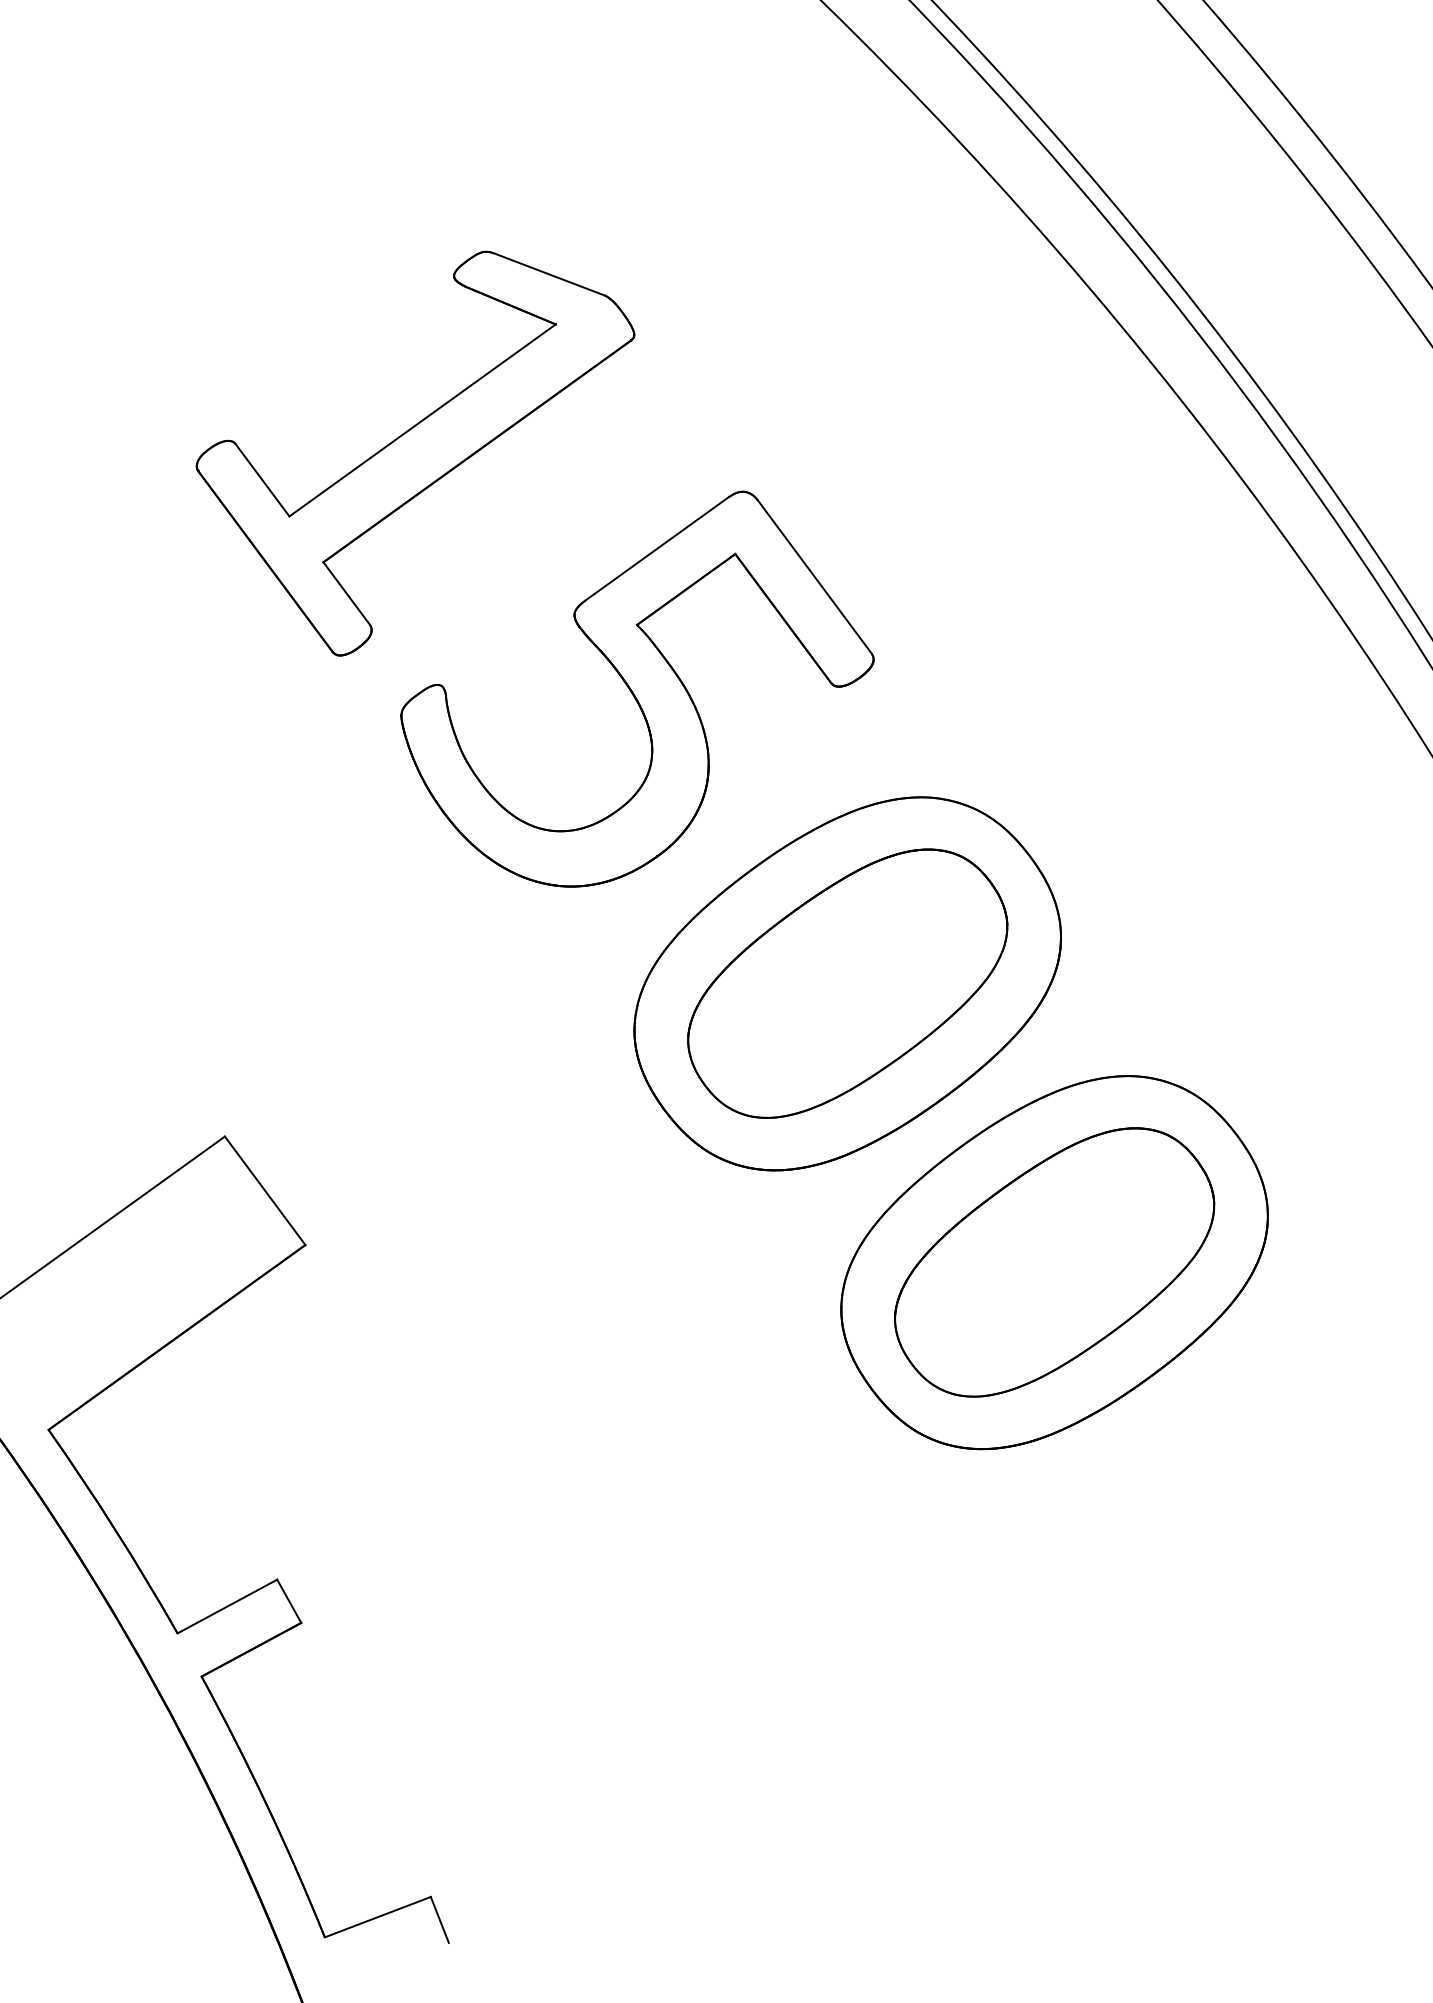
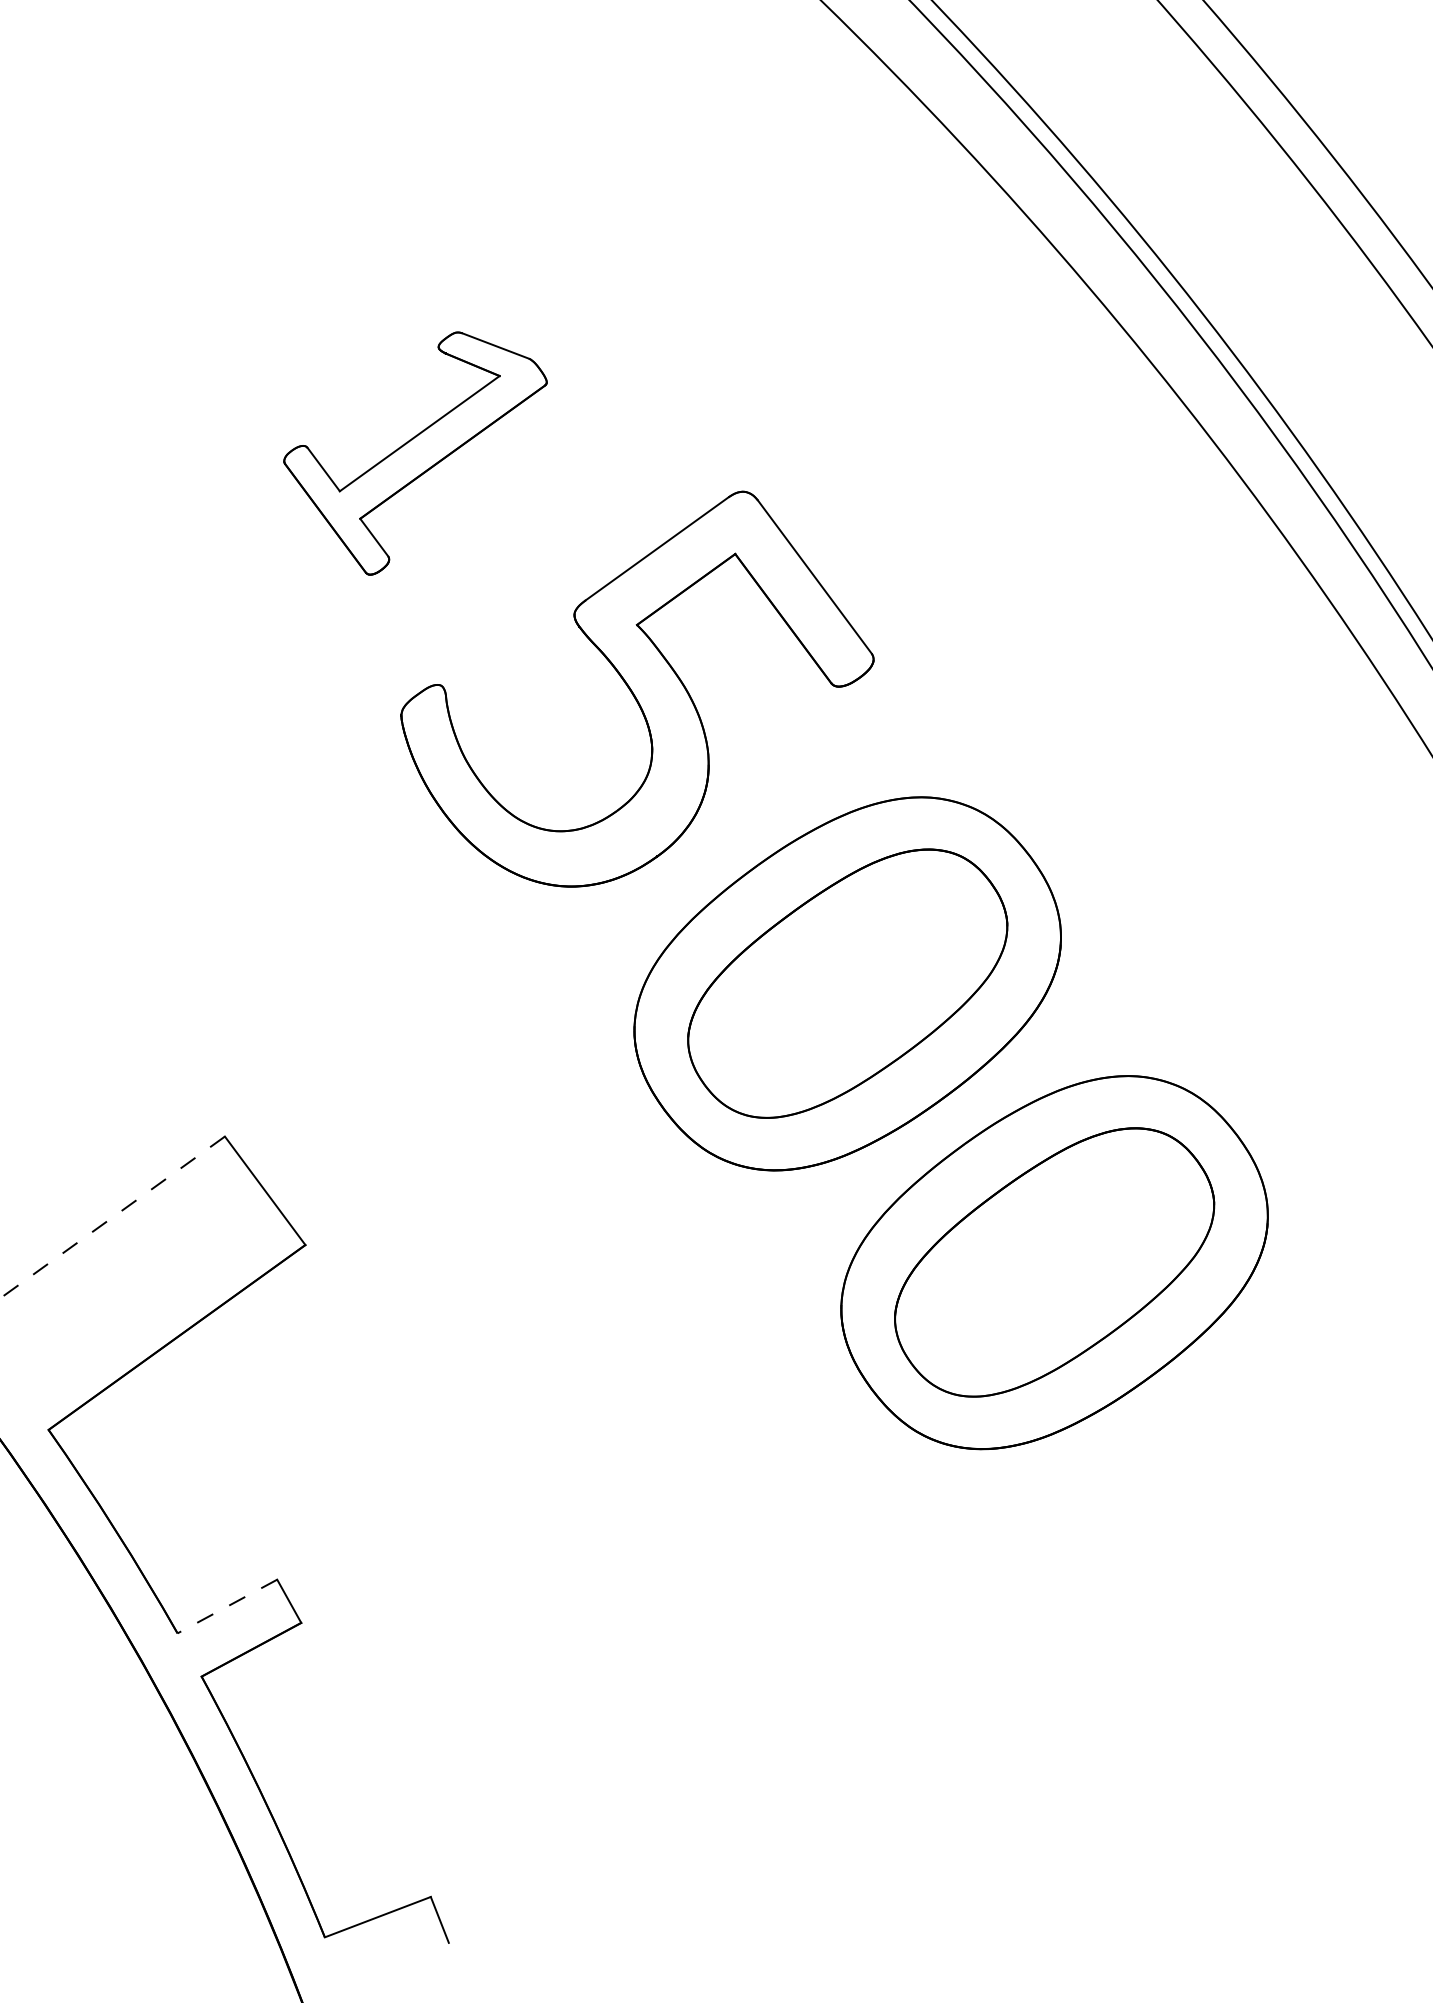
part at (415, 453) size: 441x407 px -> 265x245 px
line at (112, 1217): solid -> dashed
line at (227, 1606): solid -> dashed
